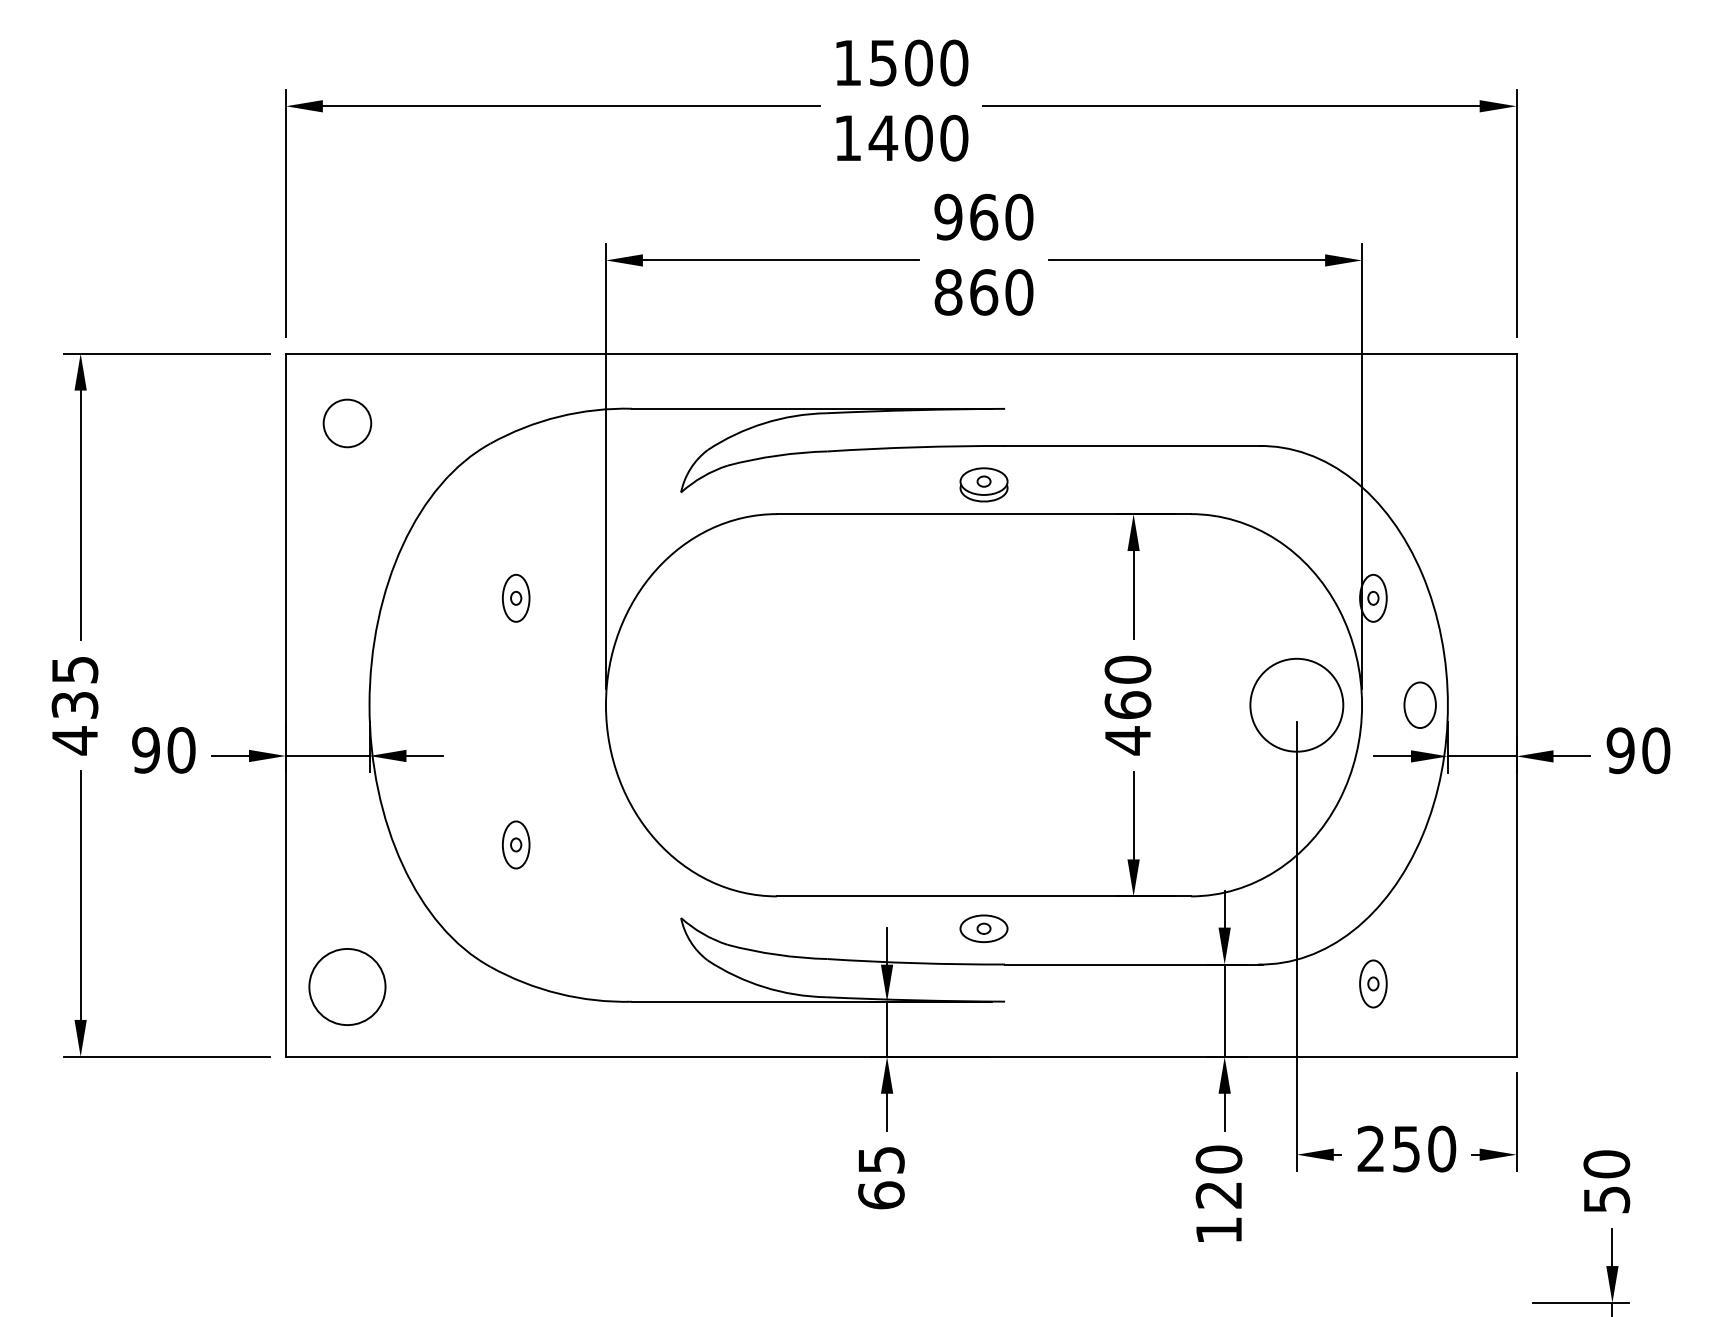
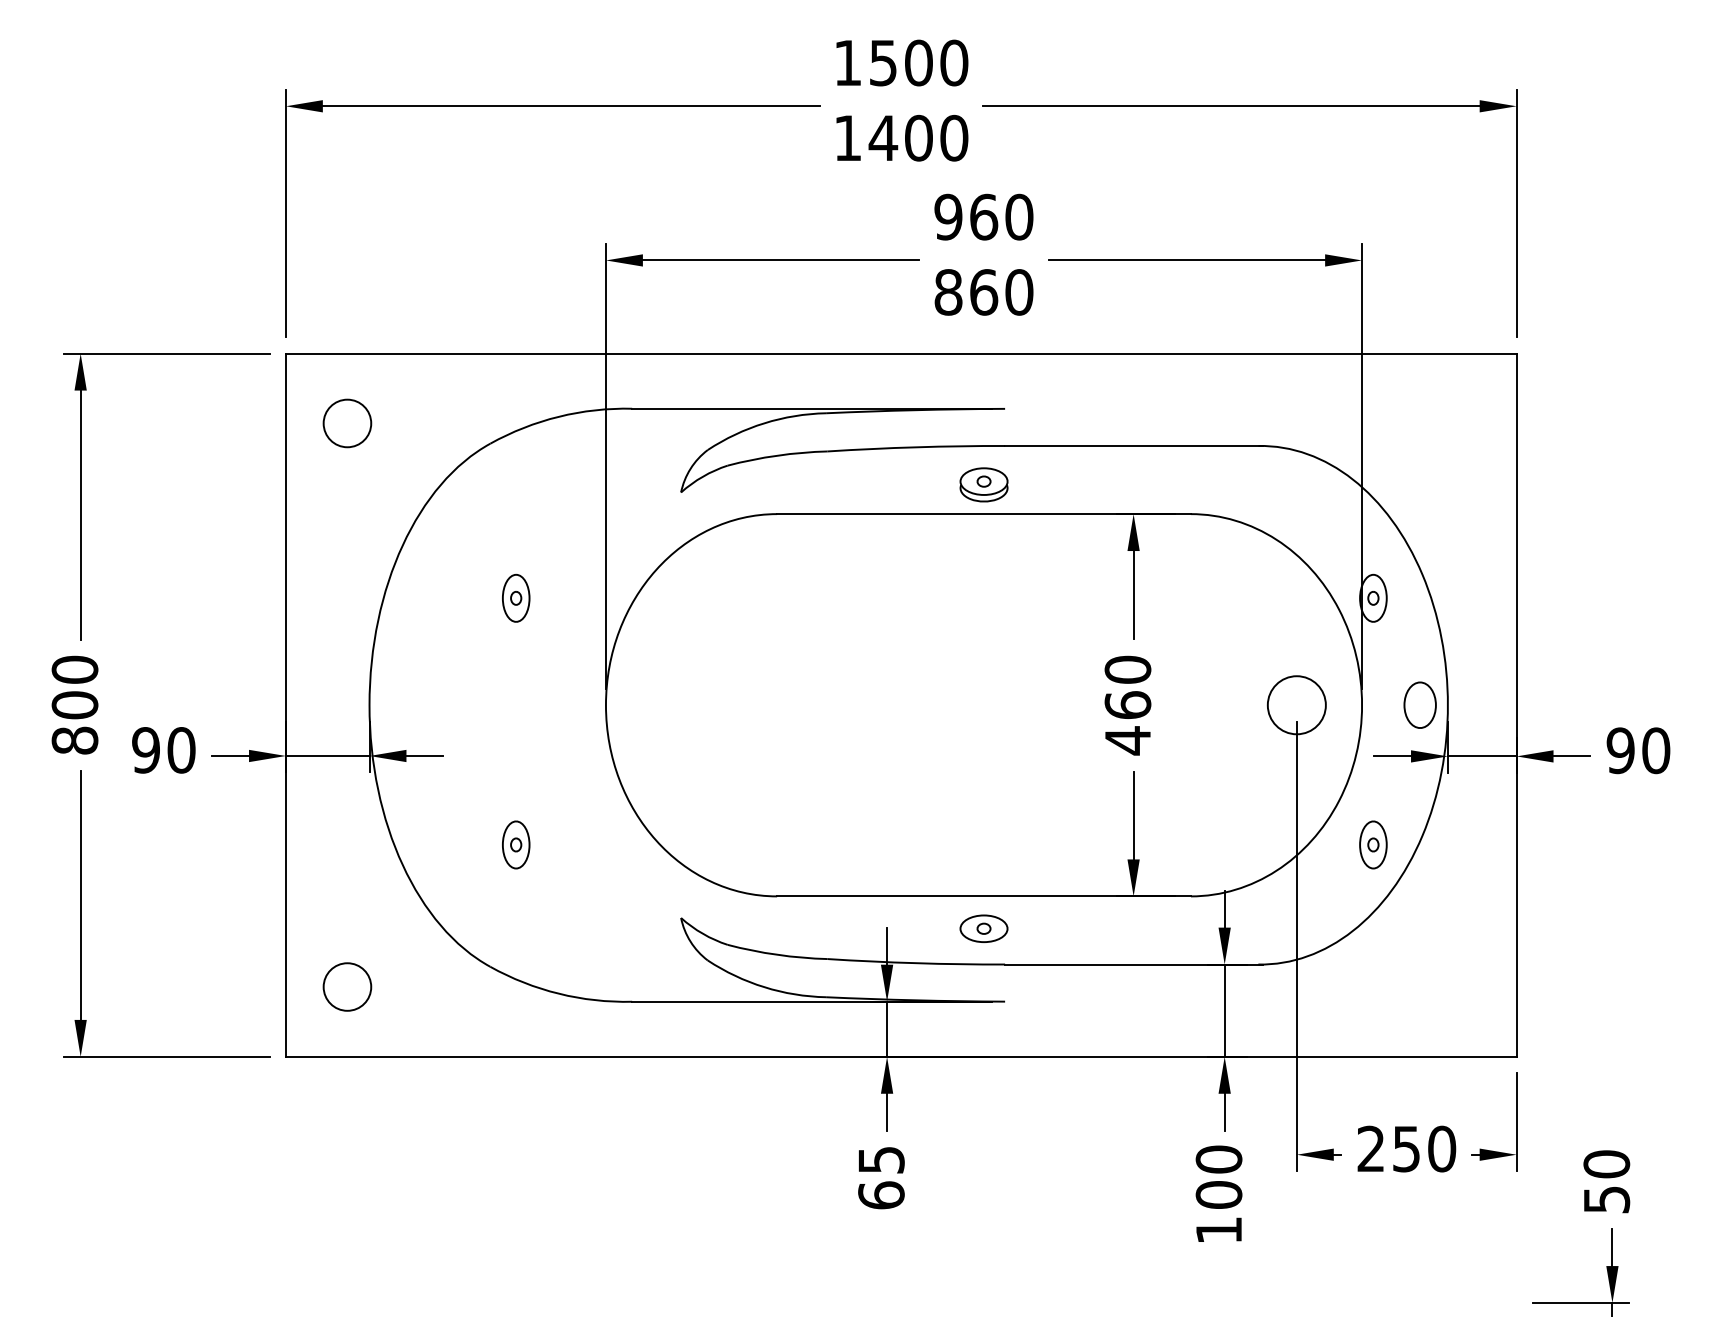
circle at (1296, 704) diameter: 93 px -> 58 px
text at (74, 705): 435 -> 800
part at (1373, 983) position: (1373, 983) -> (1373, 844)
circle at (347, 986) diameter: 76 px -> 48 px
text at (1218, 1194): 120 -> 100
